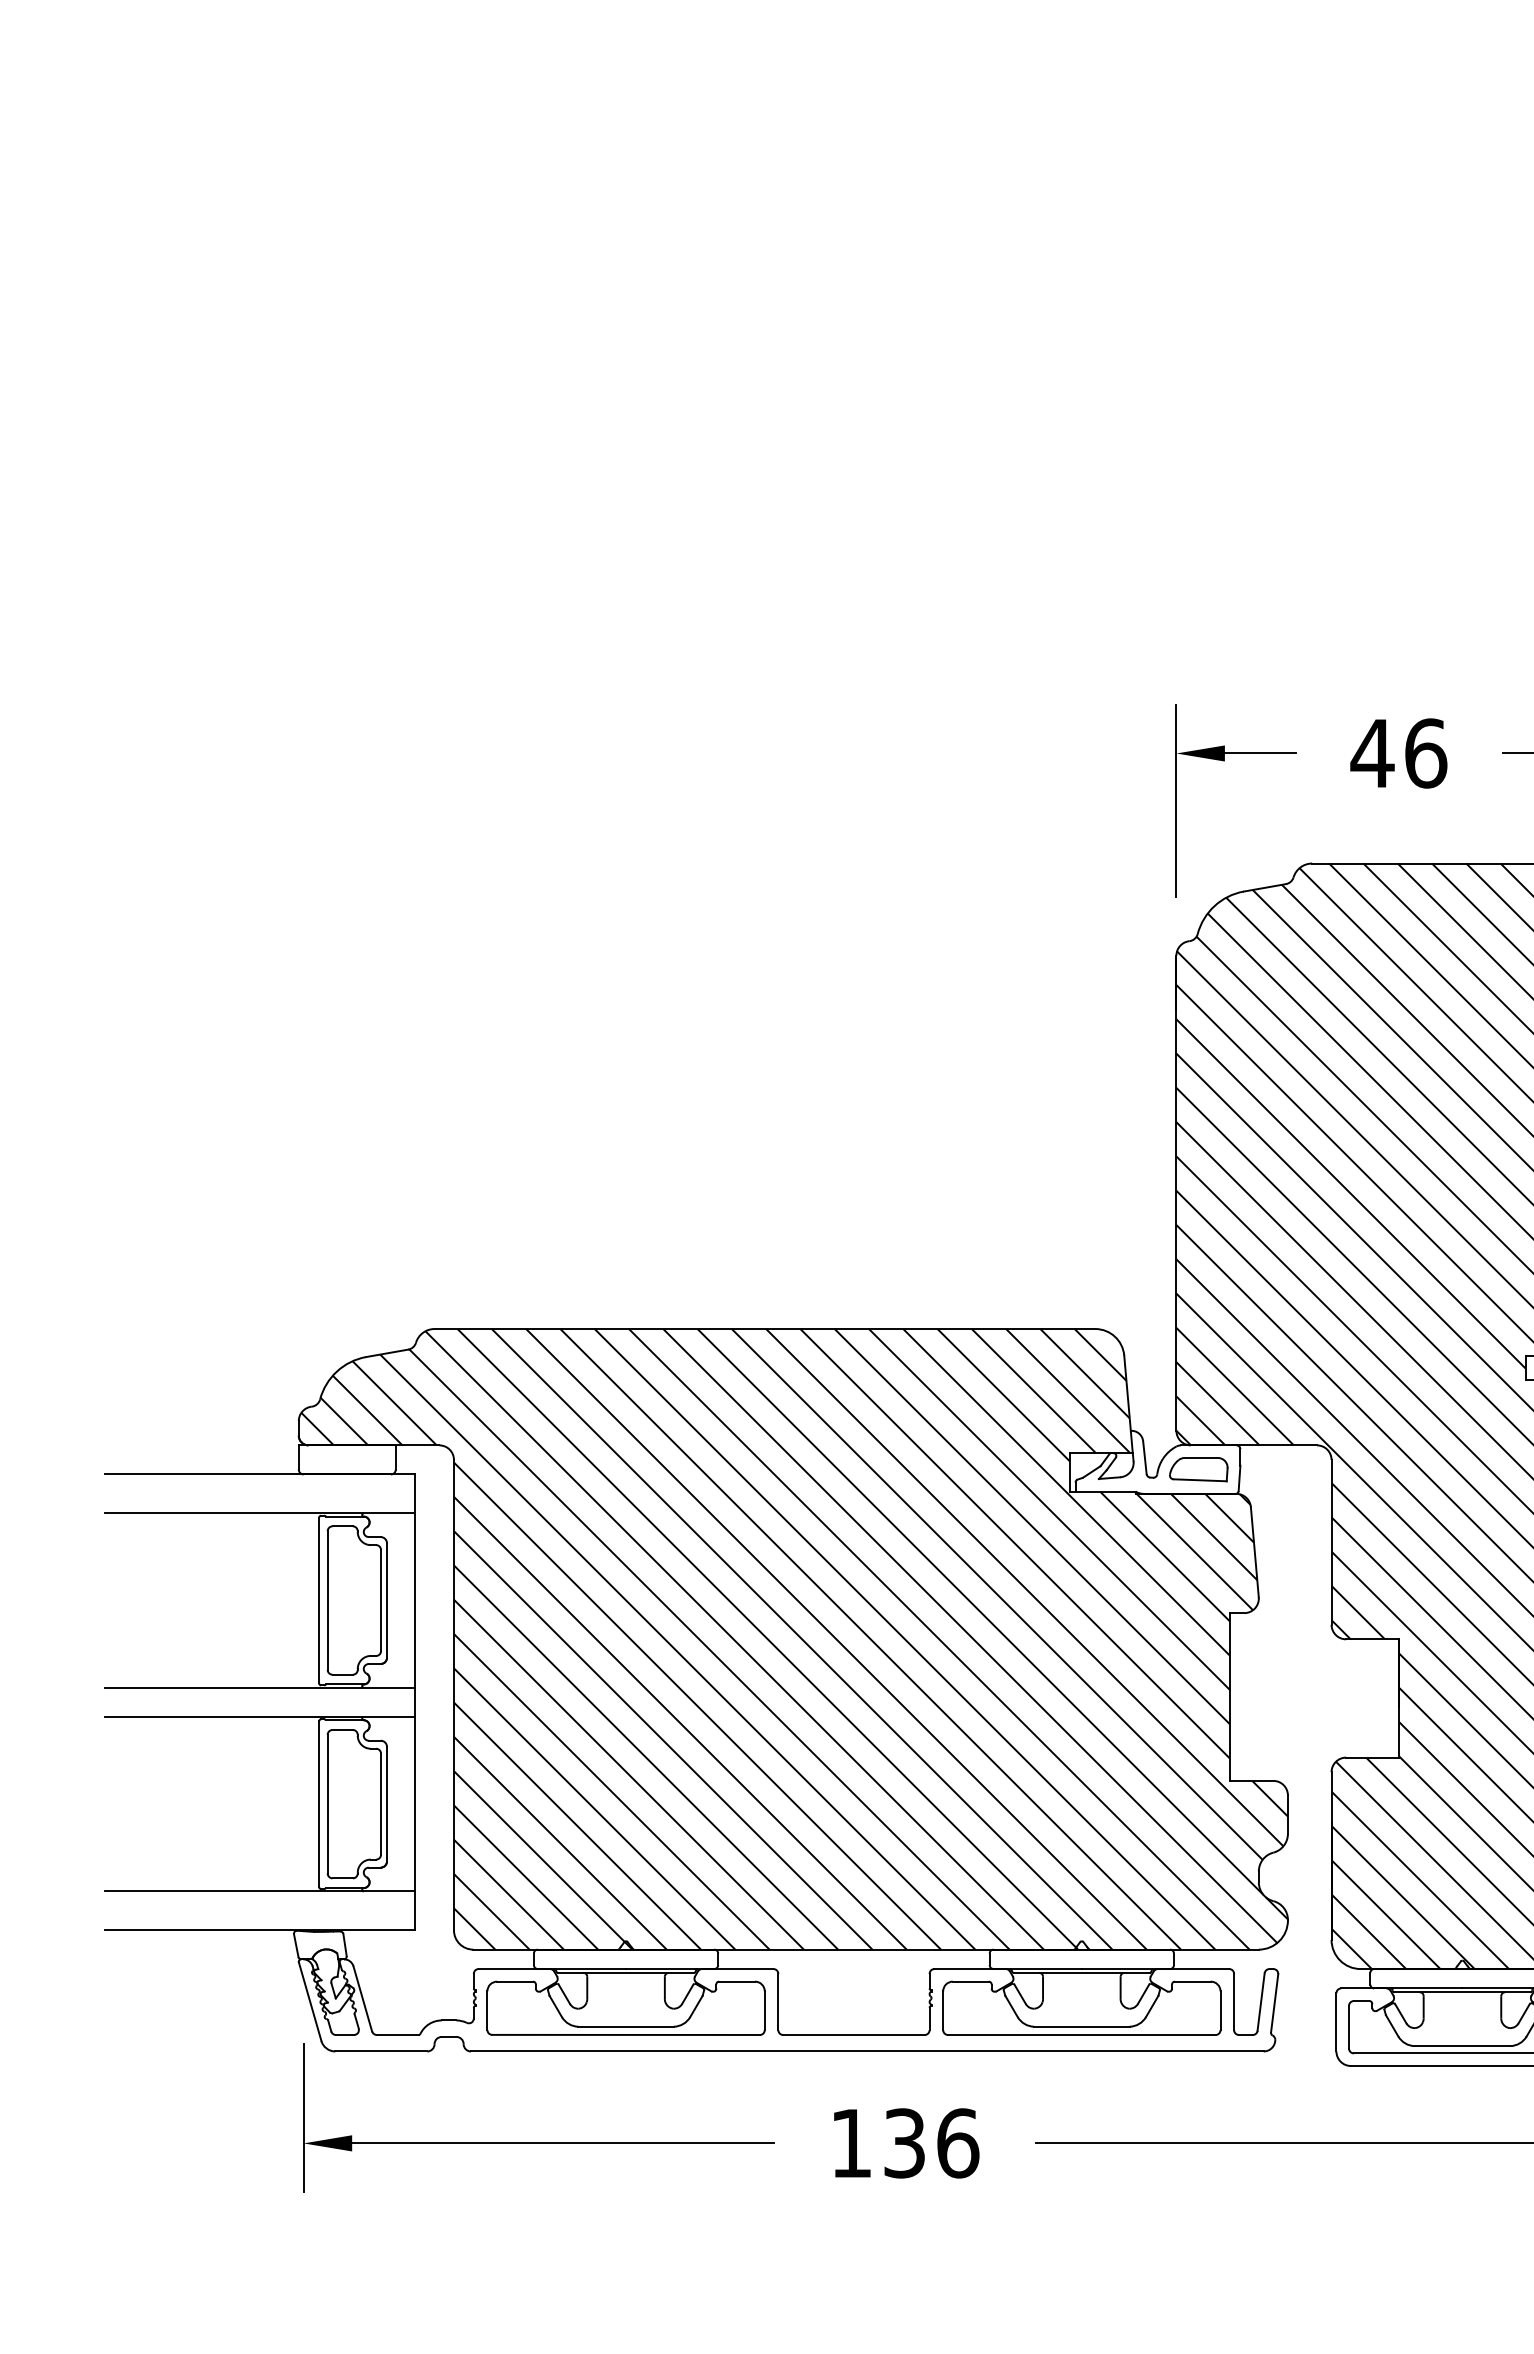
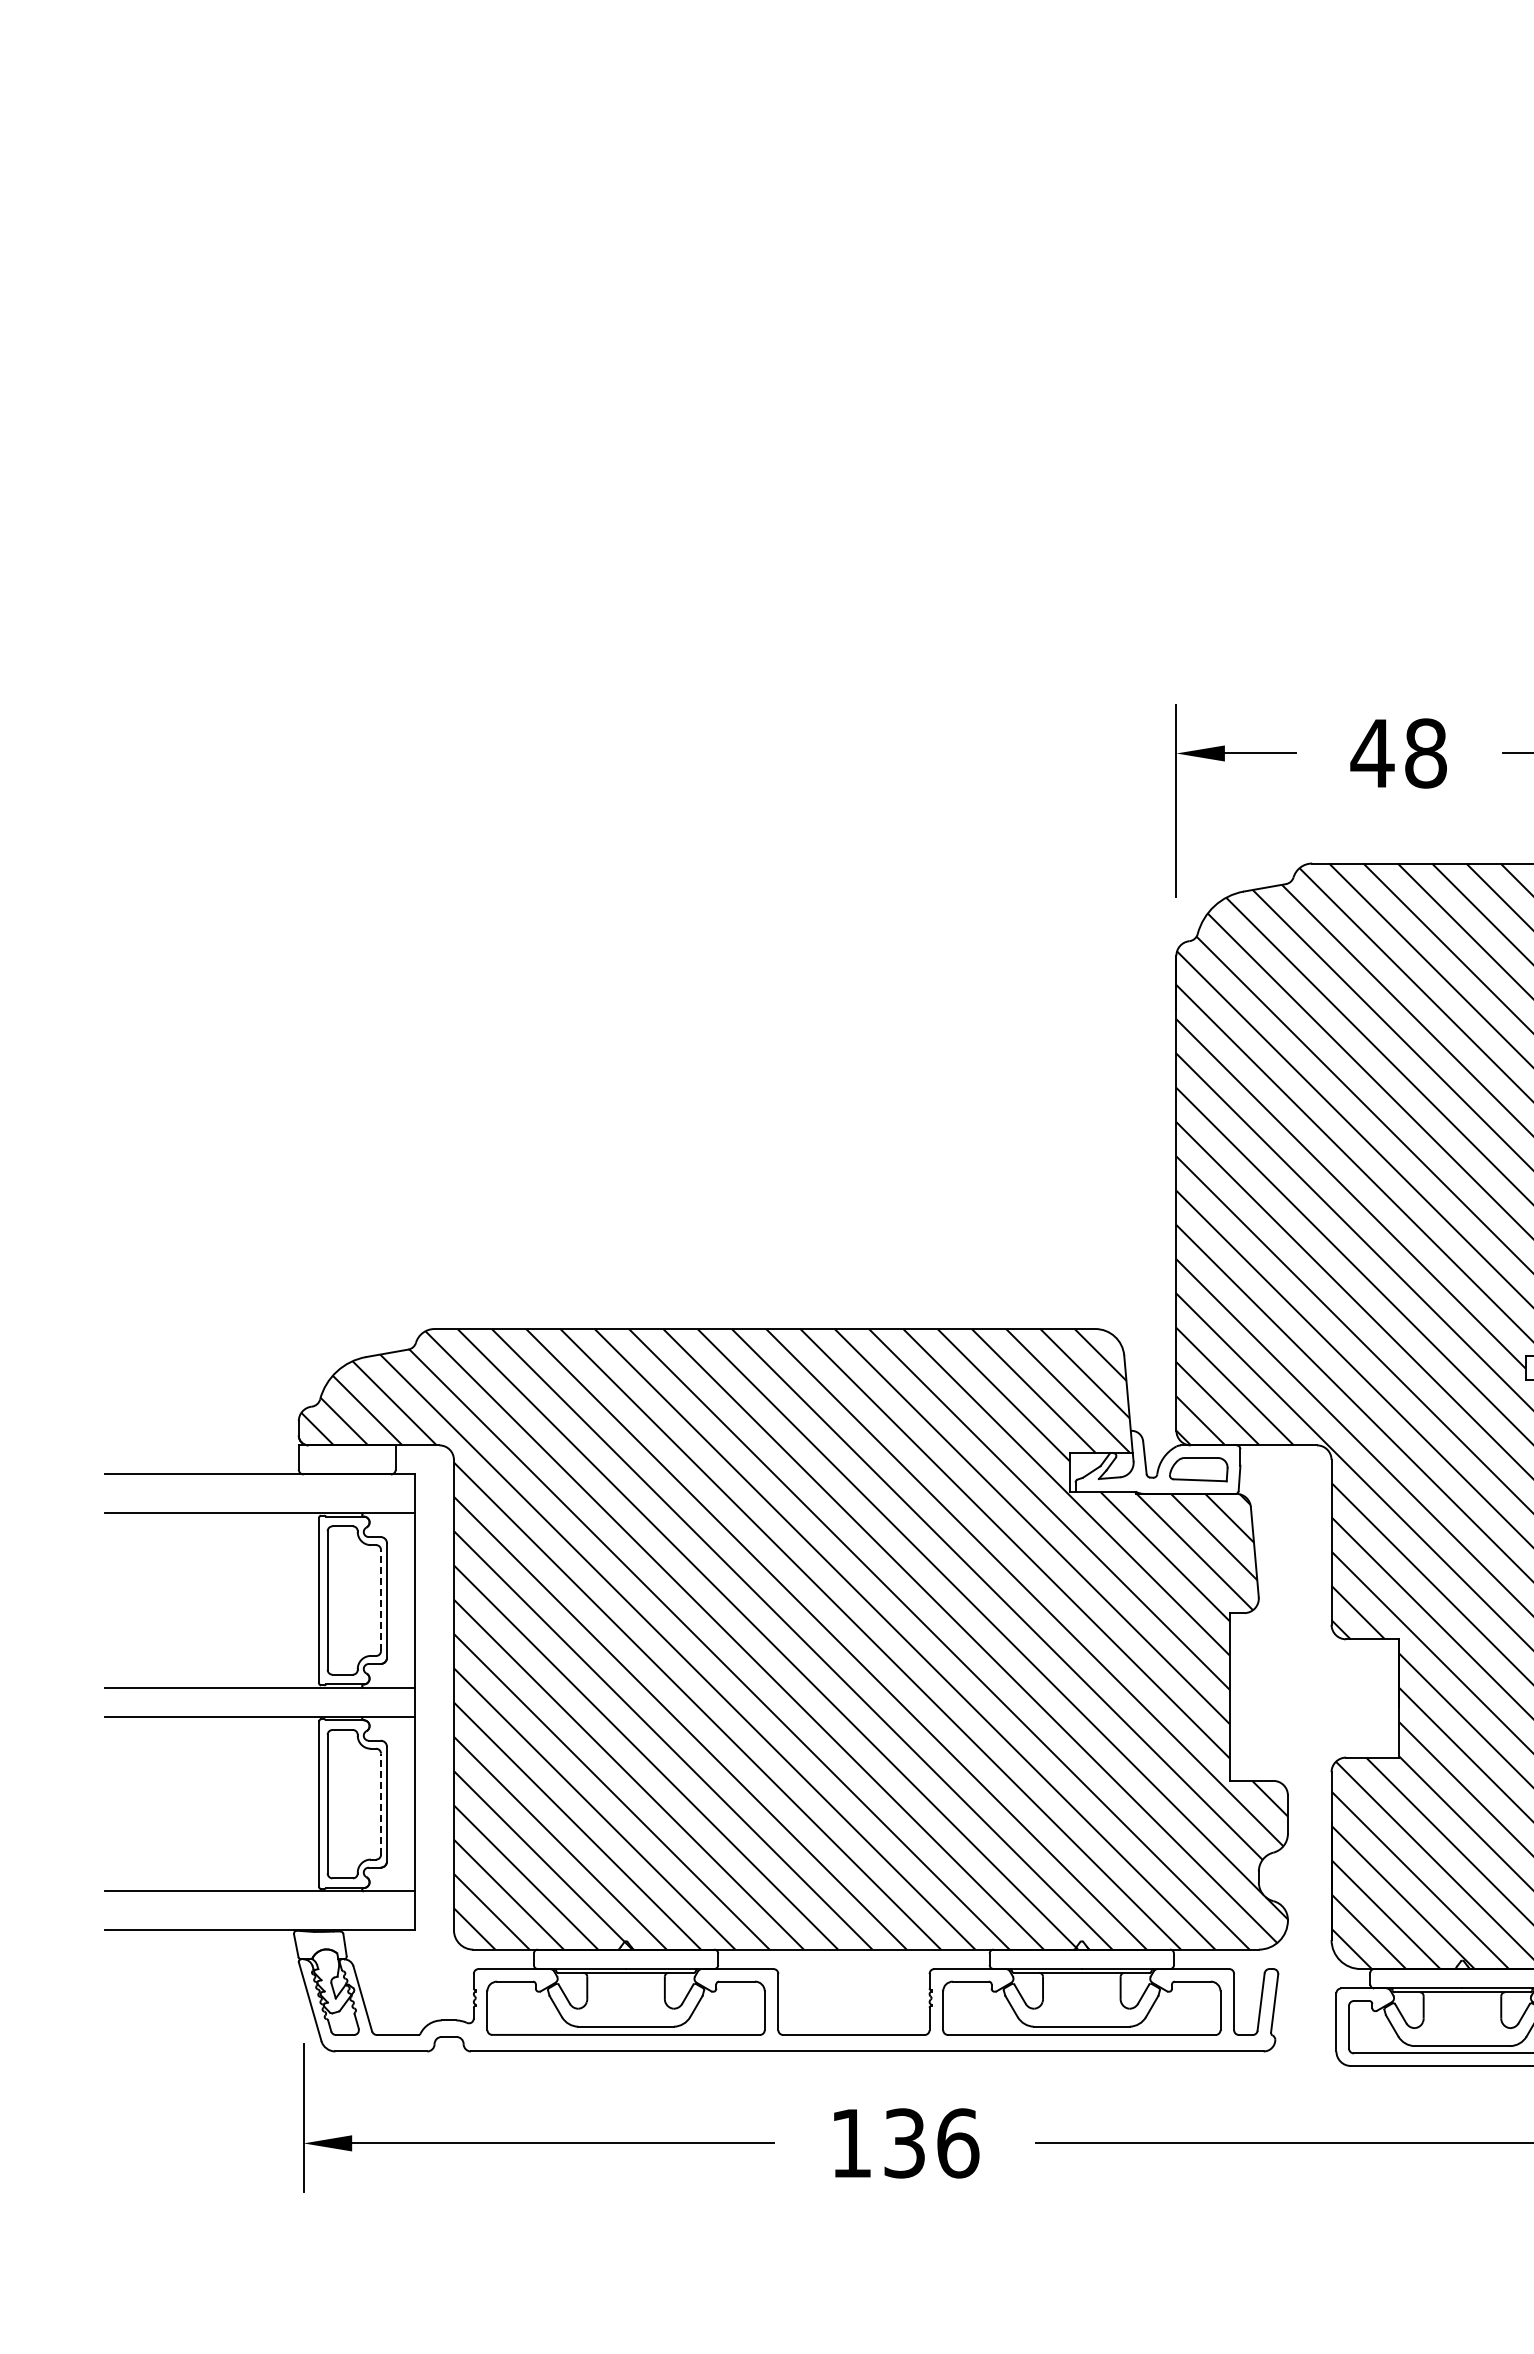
text at (1426, 753): 46 -> 48
line at (381, 1600): solid -> dashed
line at (381, 1804): solid -> dashed
